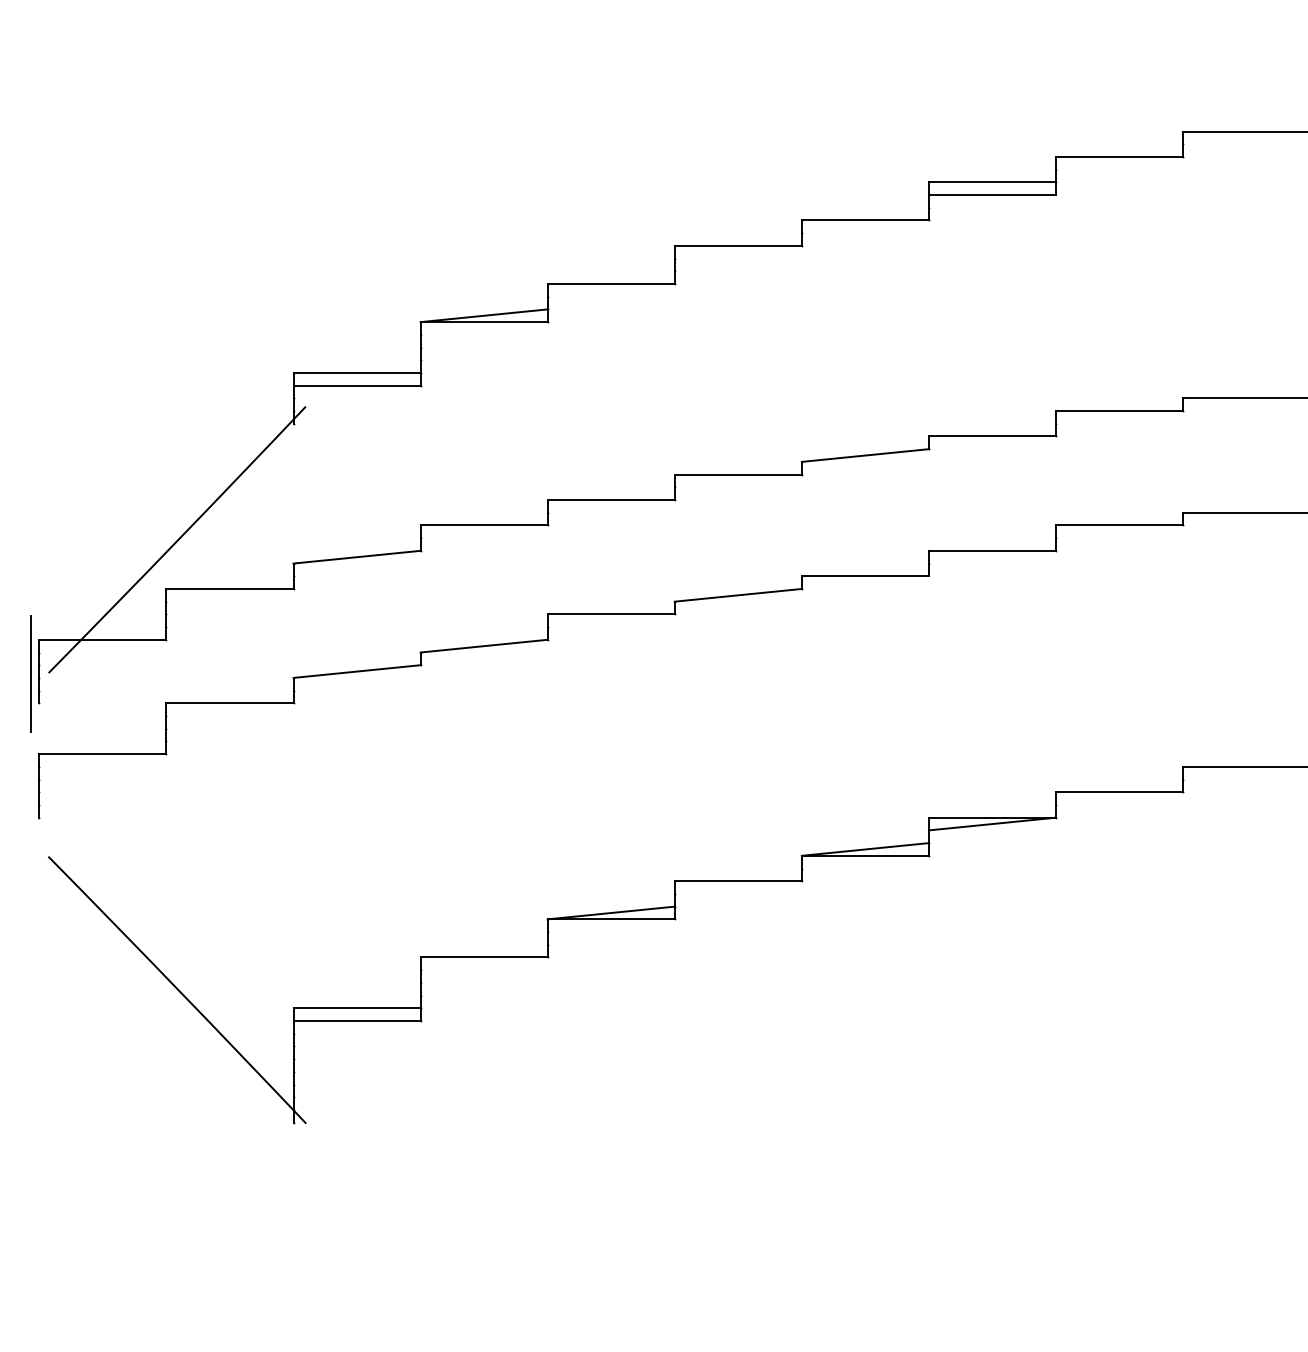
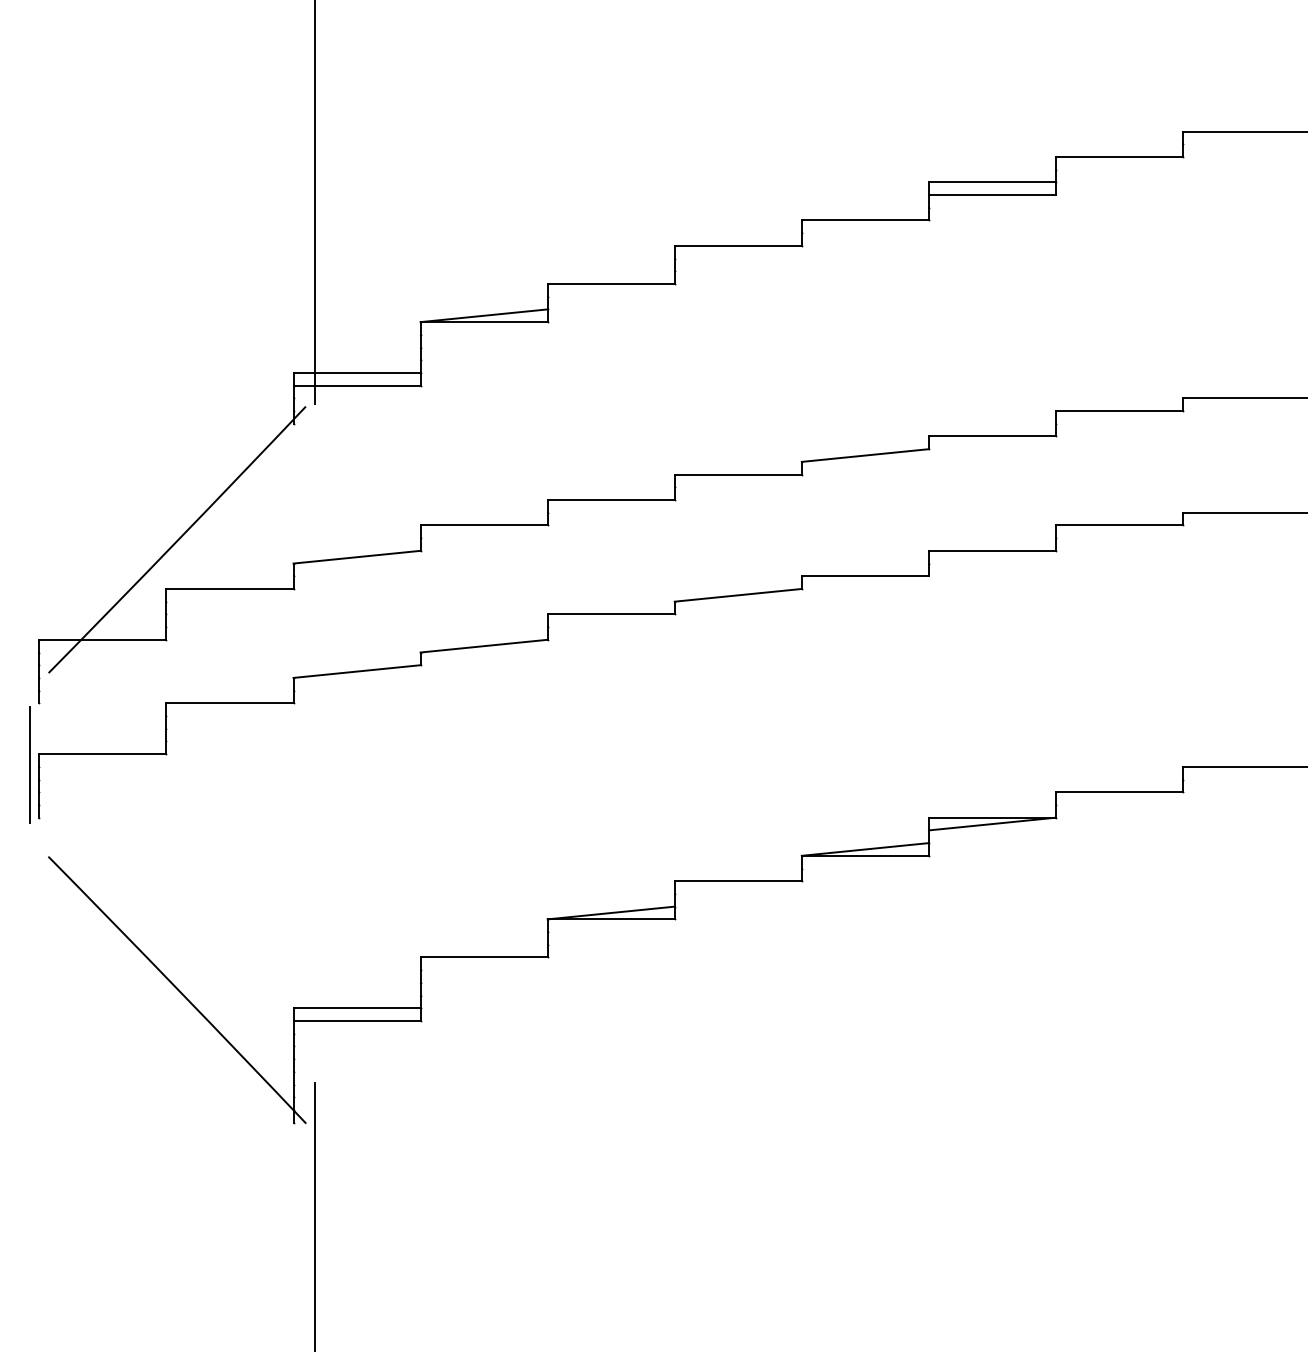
line at (315, 203): none -> present
line at (30, 673) position: (30, 673) -> (29, 764)
line at (315, 1215): none -> present
